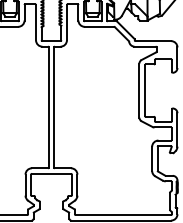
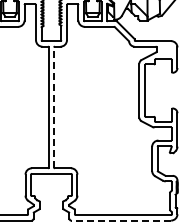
line at (54, 106): solid -> dashed
line at (121, 220): solid -> dashed
